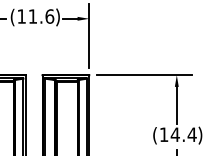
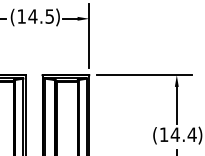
text at (41, 16): (11.6 -> (14.5
